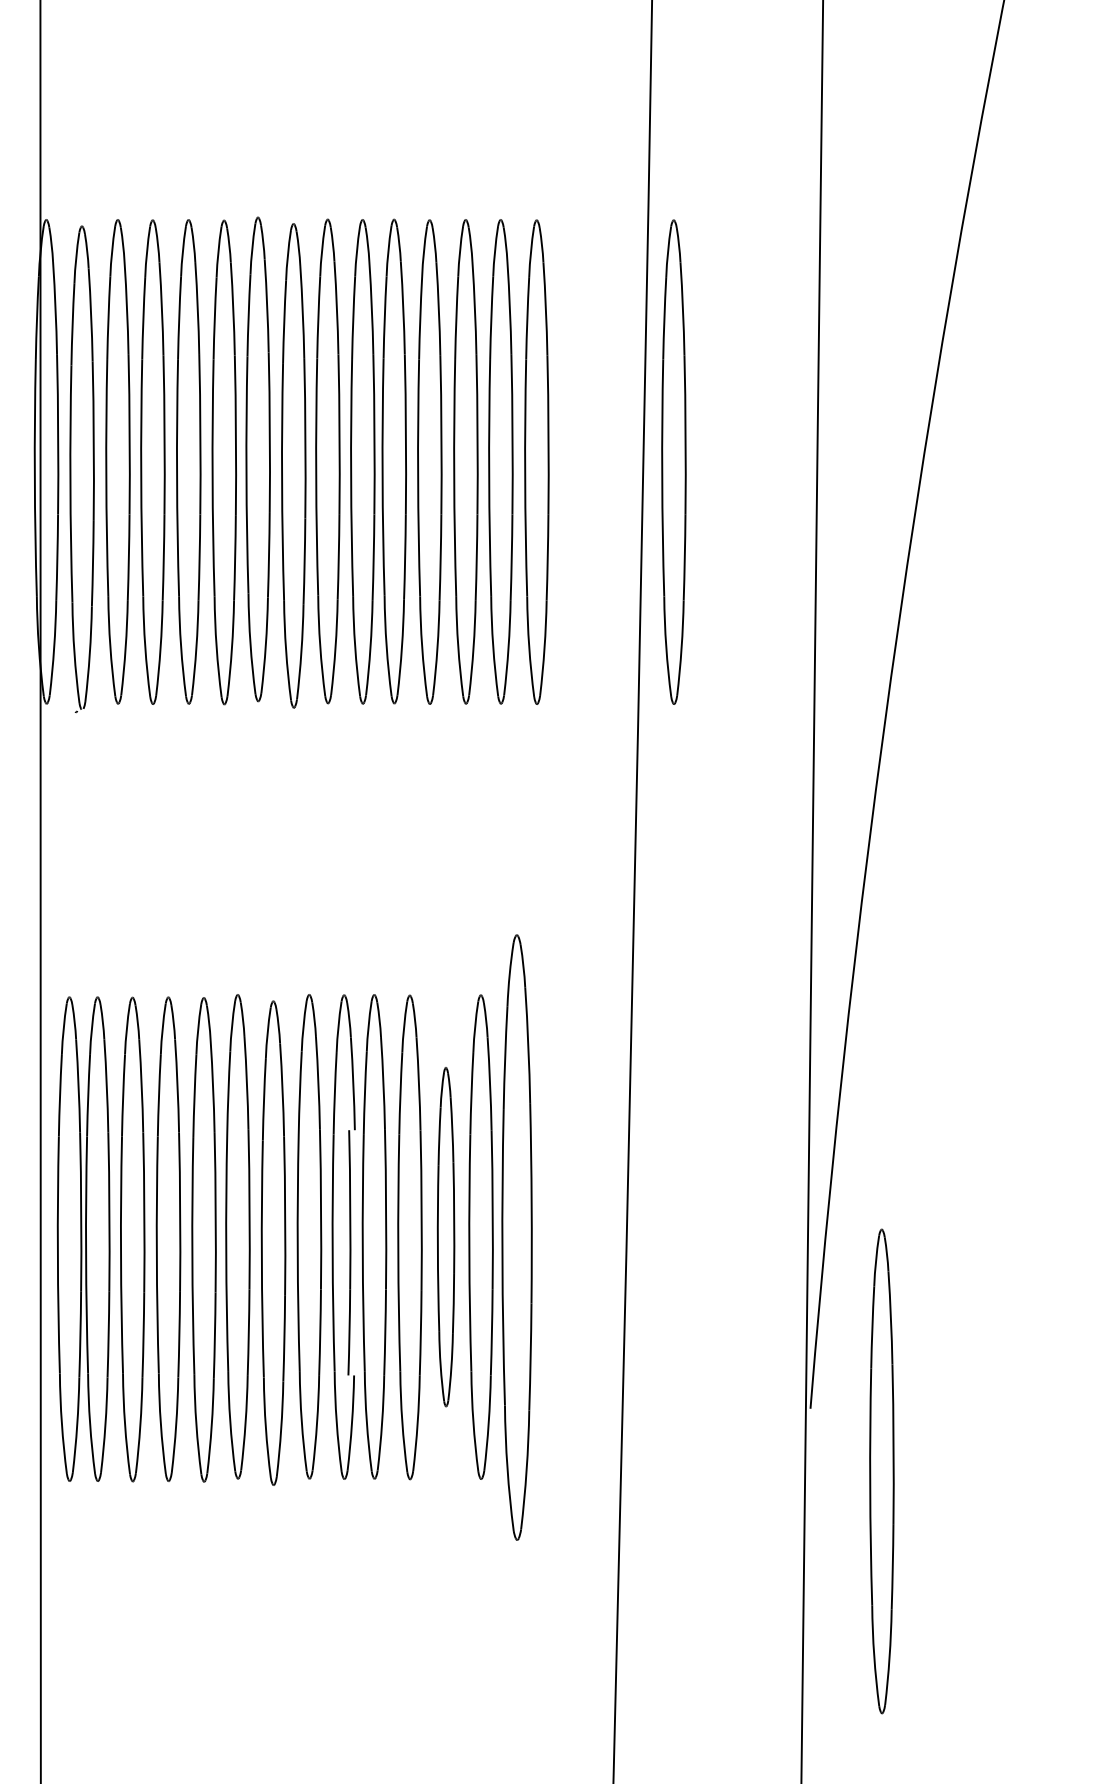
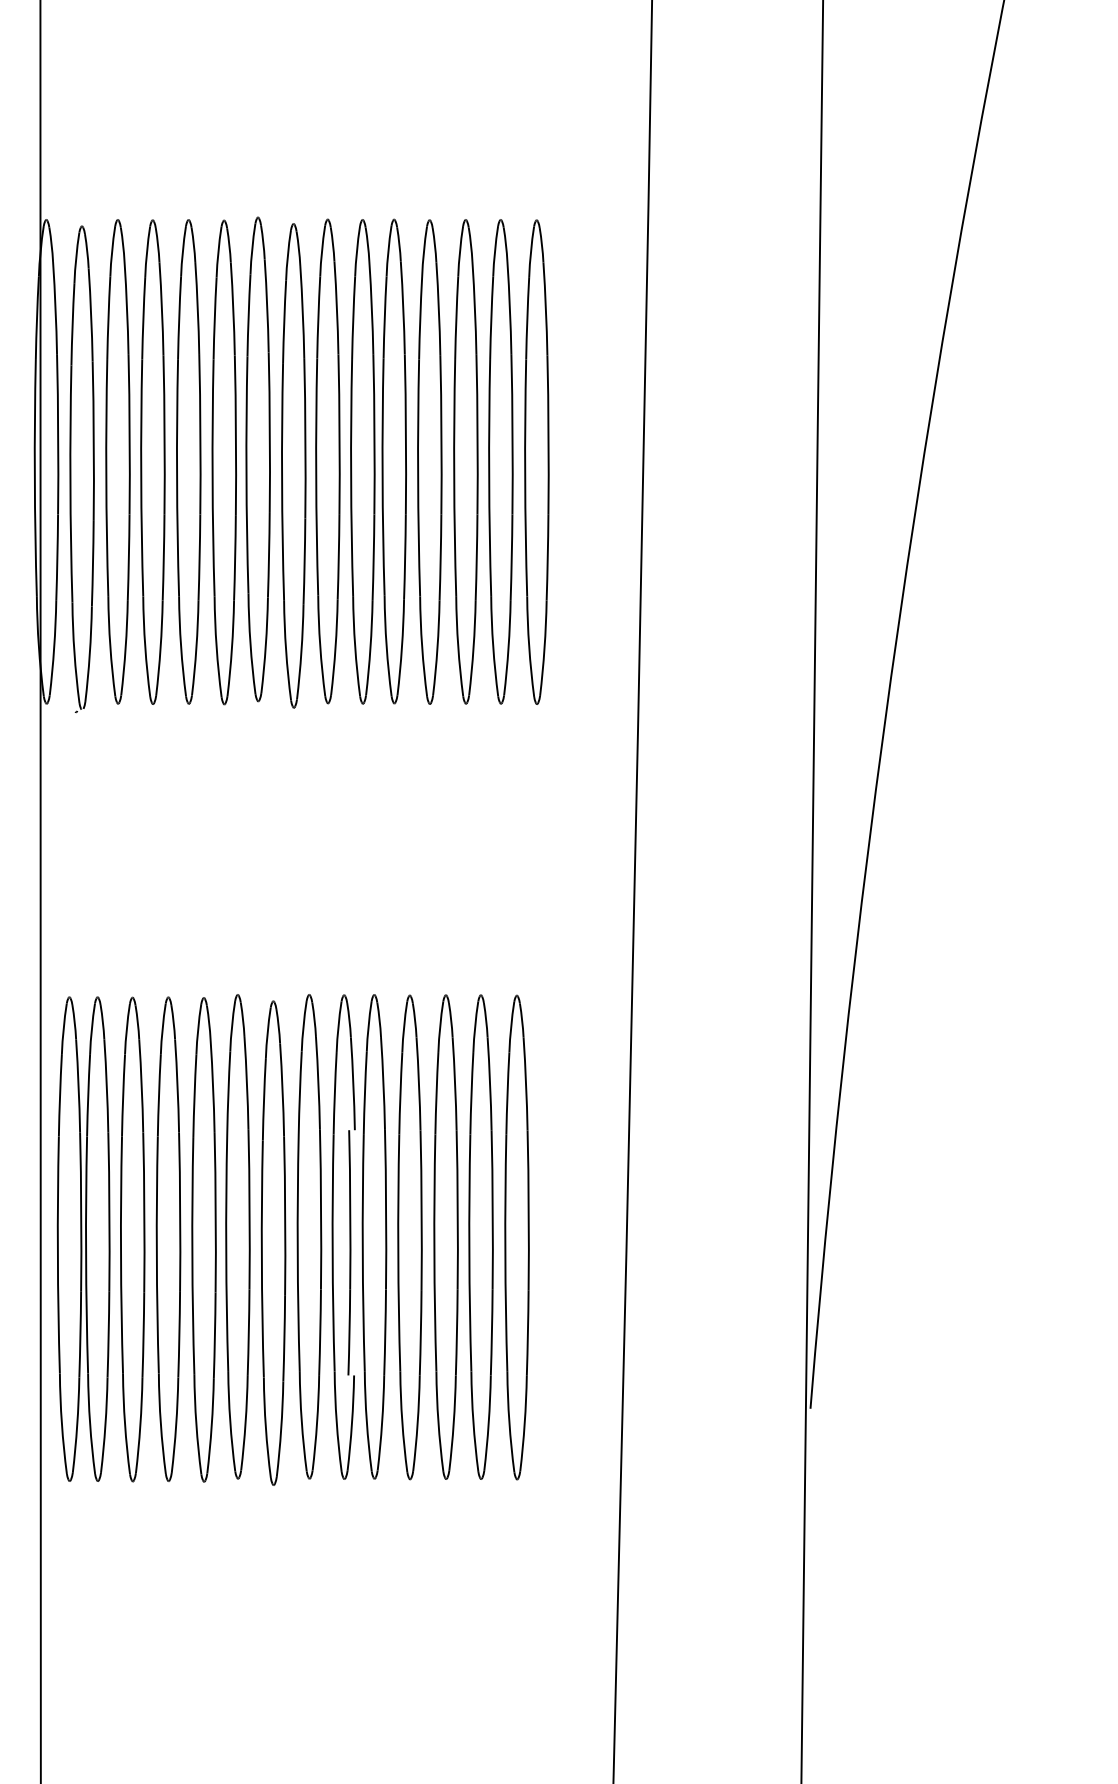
part at (673, 461): present -> none
part at (445, 1237) size: 20x341 px -> 26x486 px
part at (516, 1237) size: 32x607 px -> 26x487 px
part at (881, 1471): present -> none
